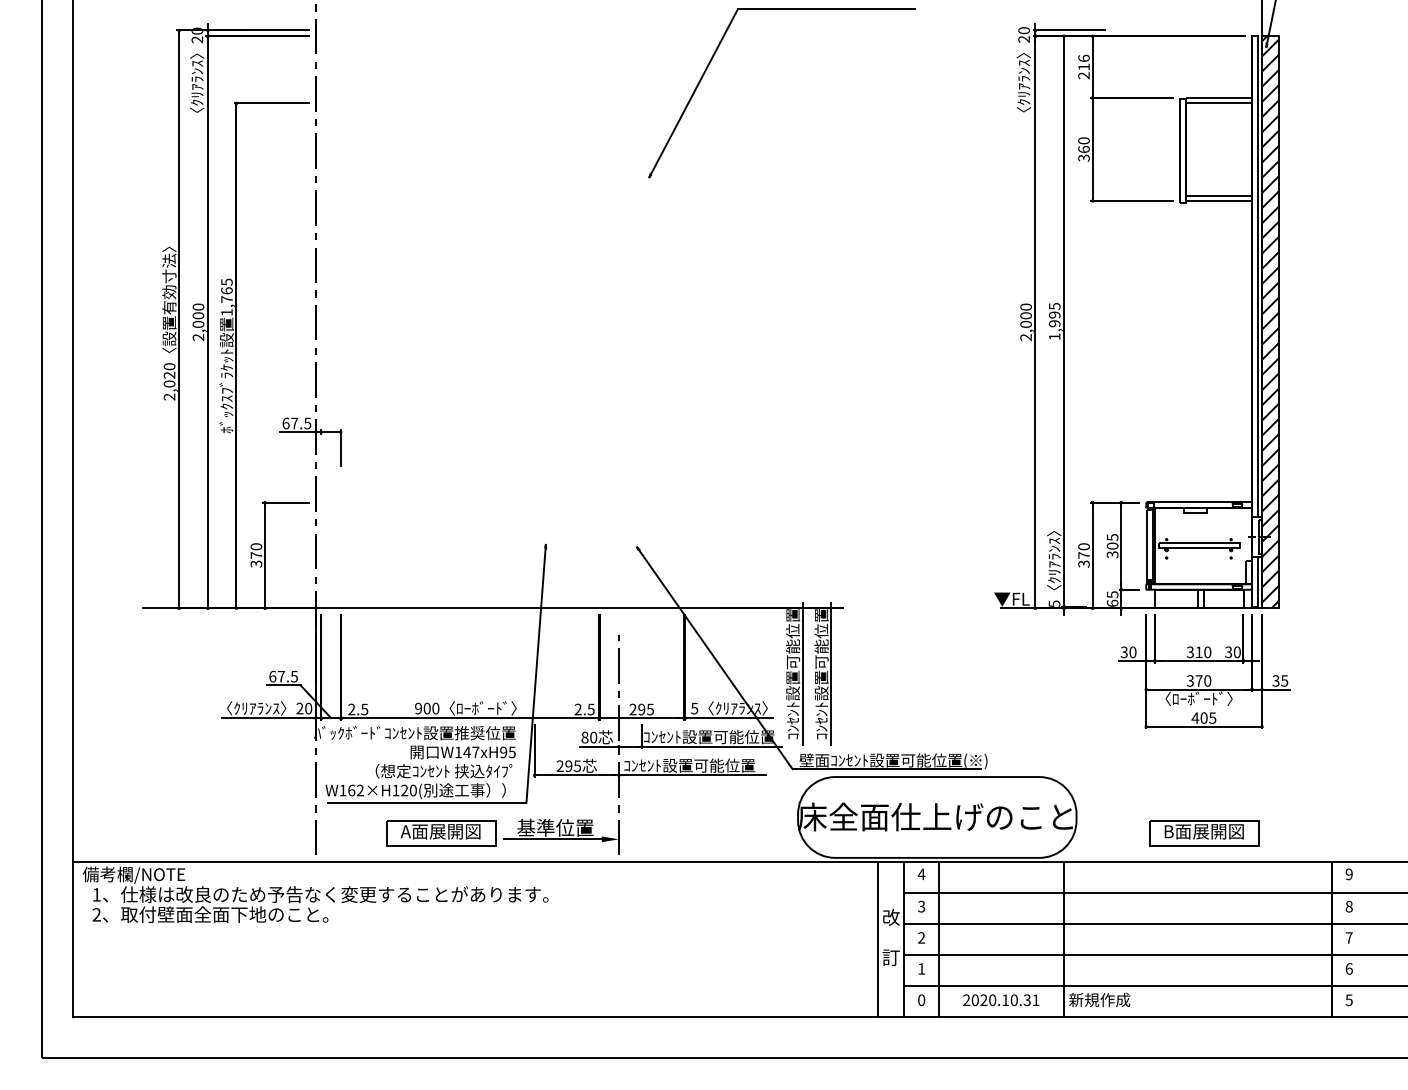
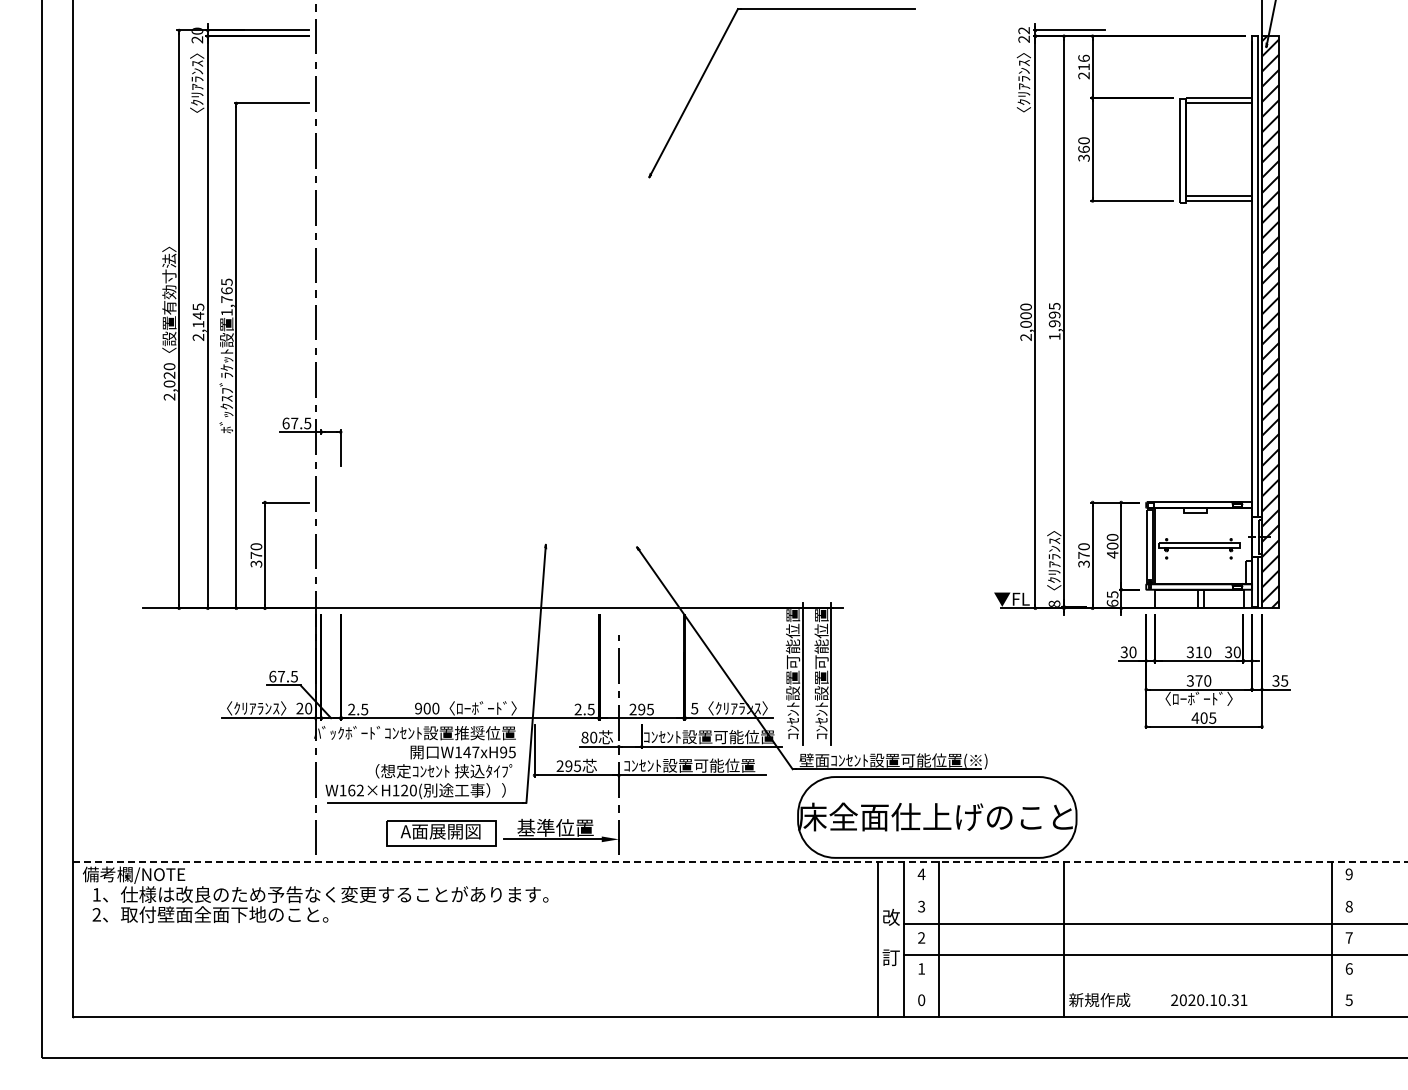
text at (1023, 30): 20 -> 22
text at (198, 315): 2,000 -> 2,145
text at (1112, 546): 305 -> 400
text at (1054, 603): 5 -> 8
part at (1204, 833): present -> none
line at (740, 861): solid -> dashed
line at (1154, 892): present -> none
line at (1154, 986): present -> none
text at (1001, 1000) position: (1001, 1000) -> (1209, 1000)
